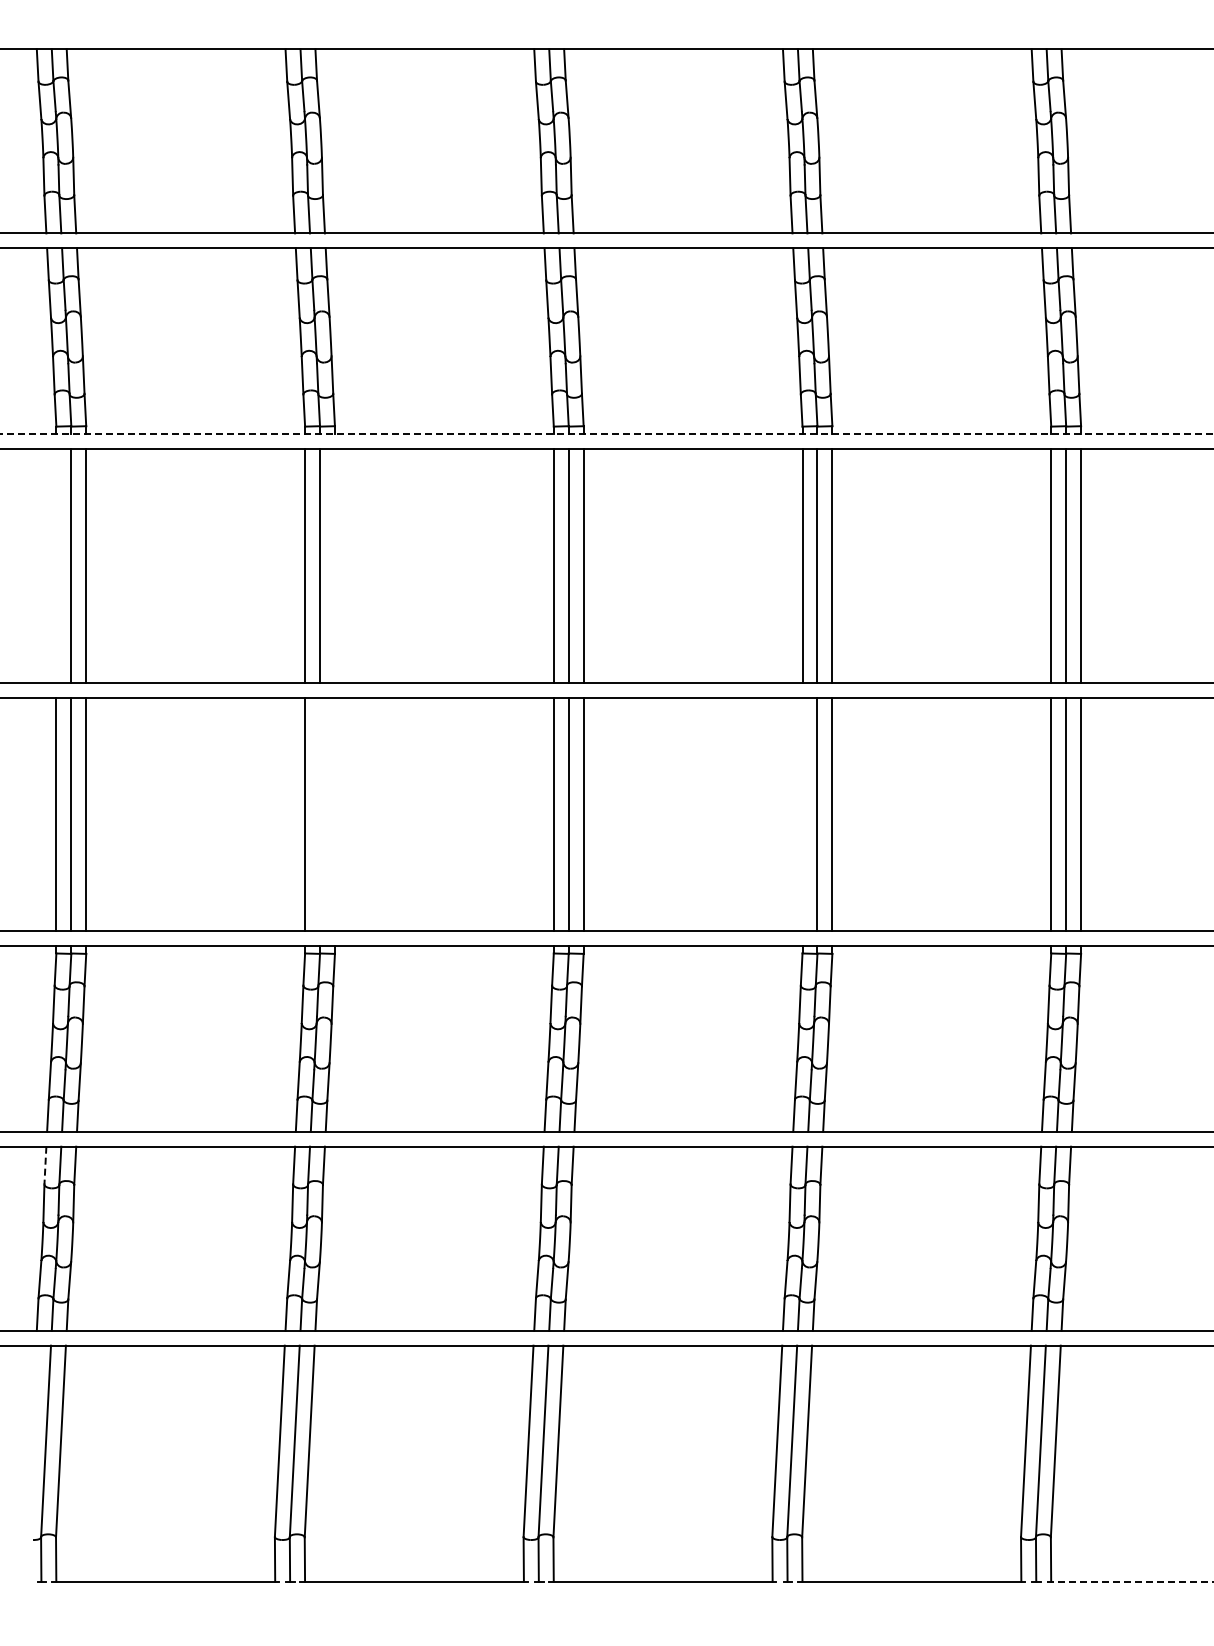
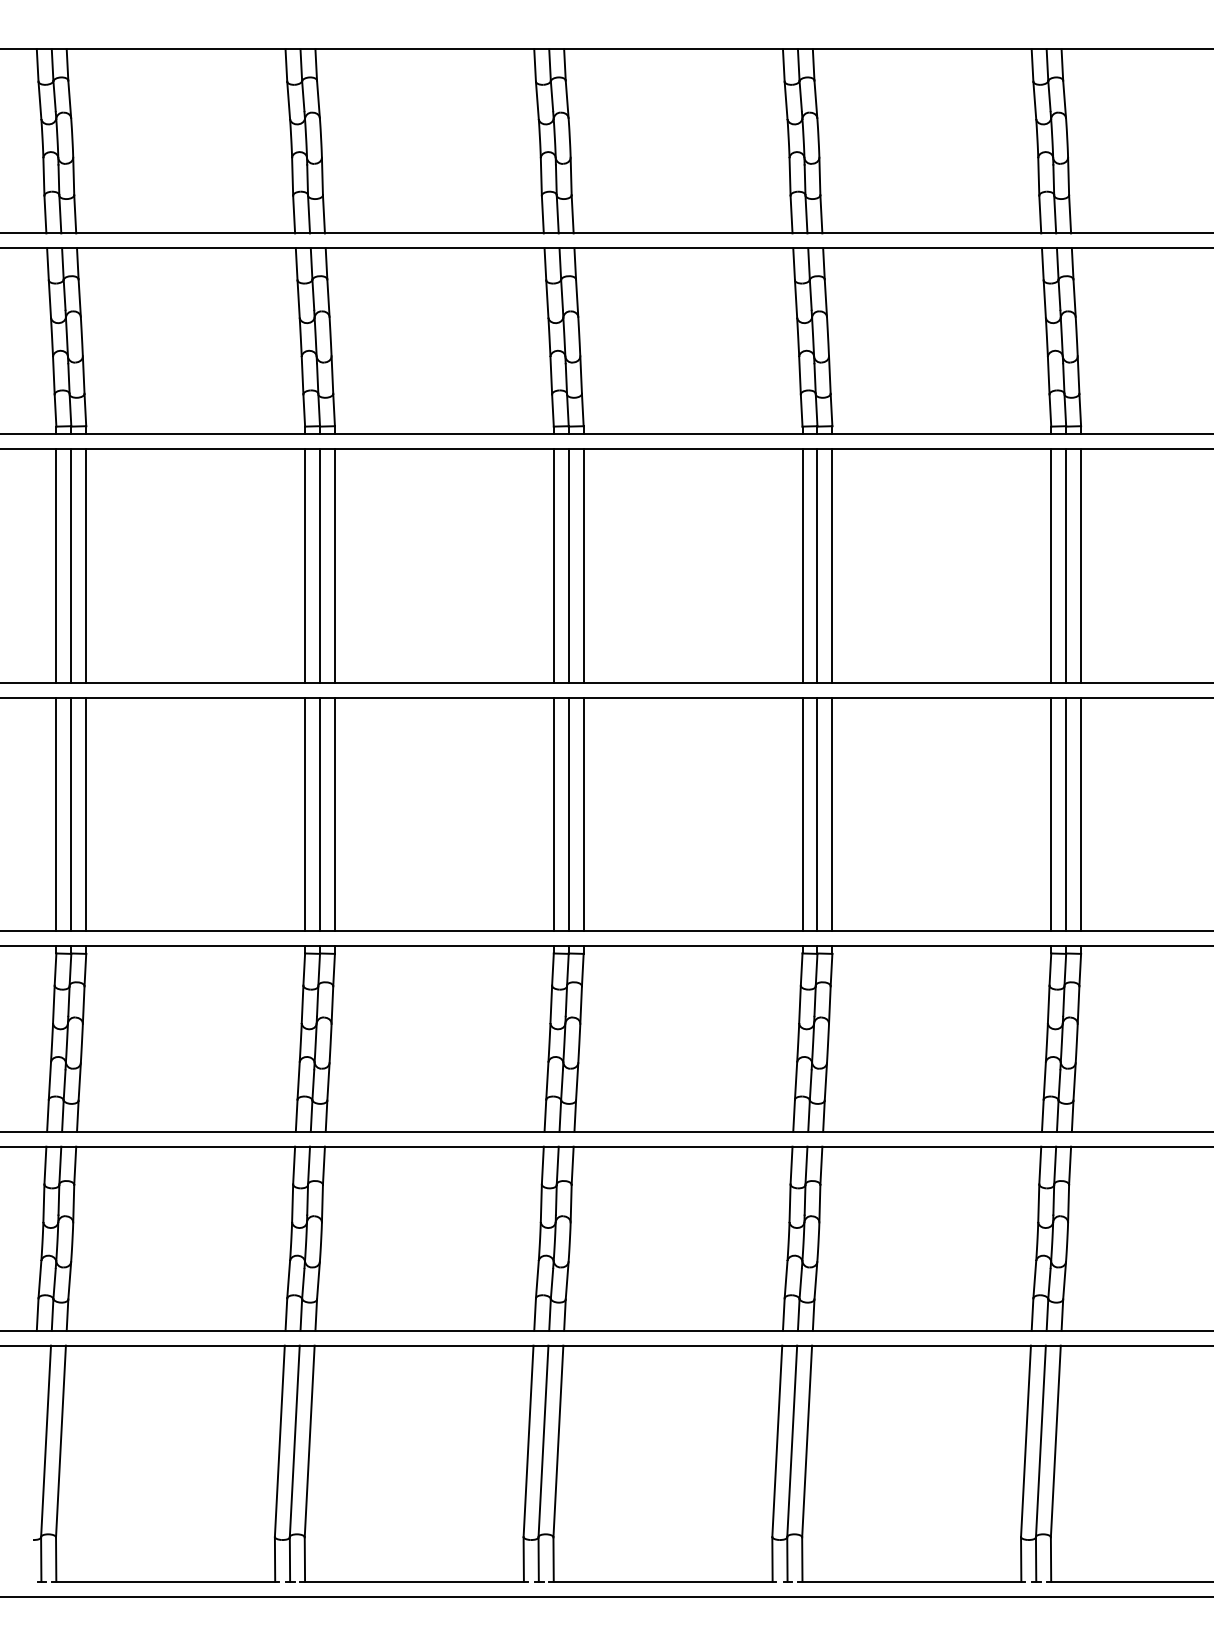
line at (606, 433): dashed -> solid
line at (56, 565): none -> present
line at (334, 565): none -> present
line at (320, 814): none -> present
line at (334, 814): none -> present
line at (802, 814): none -> present
line at (45, 1165): dashed -> solid
line at (1129, 1581): dashed -> solid
line at (606, 1596): none -> present
